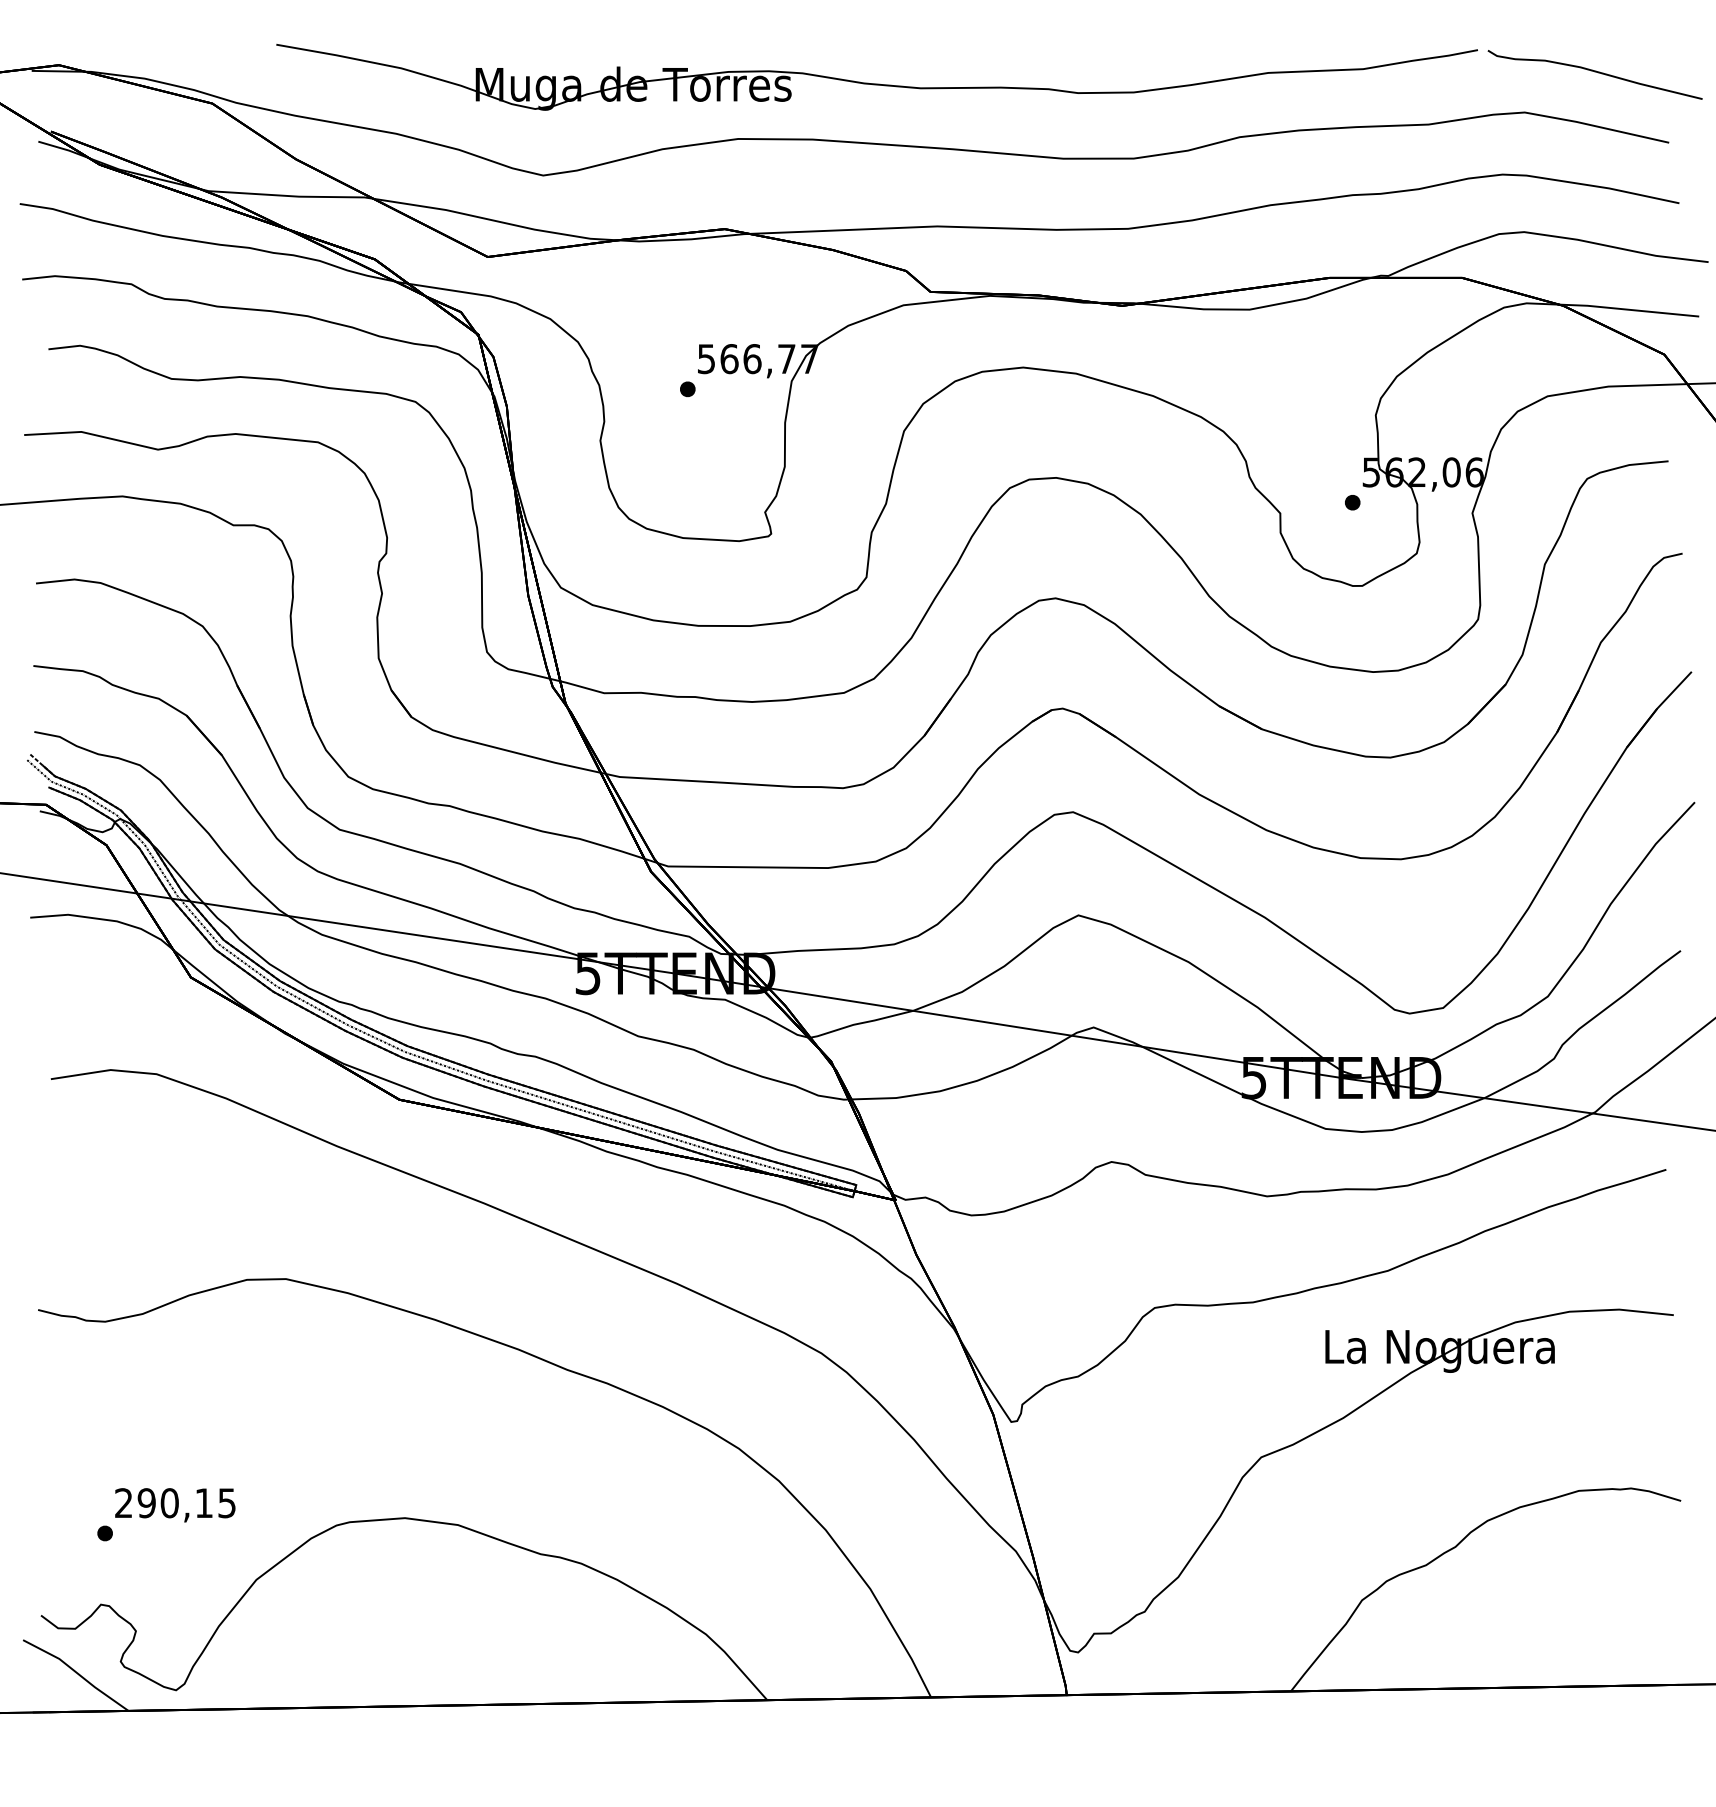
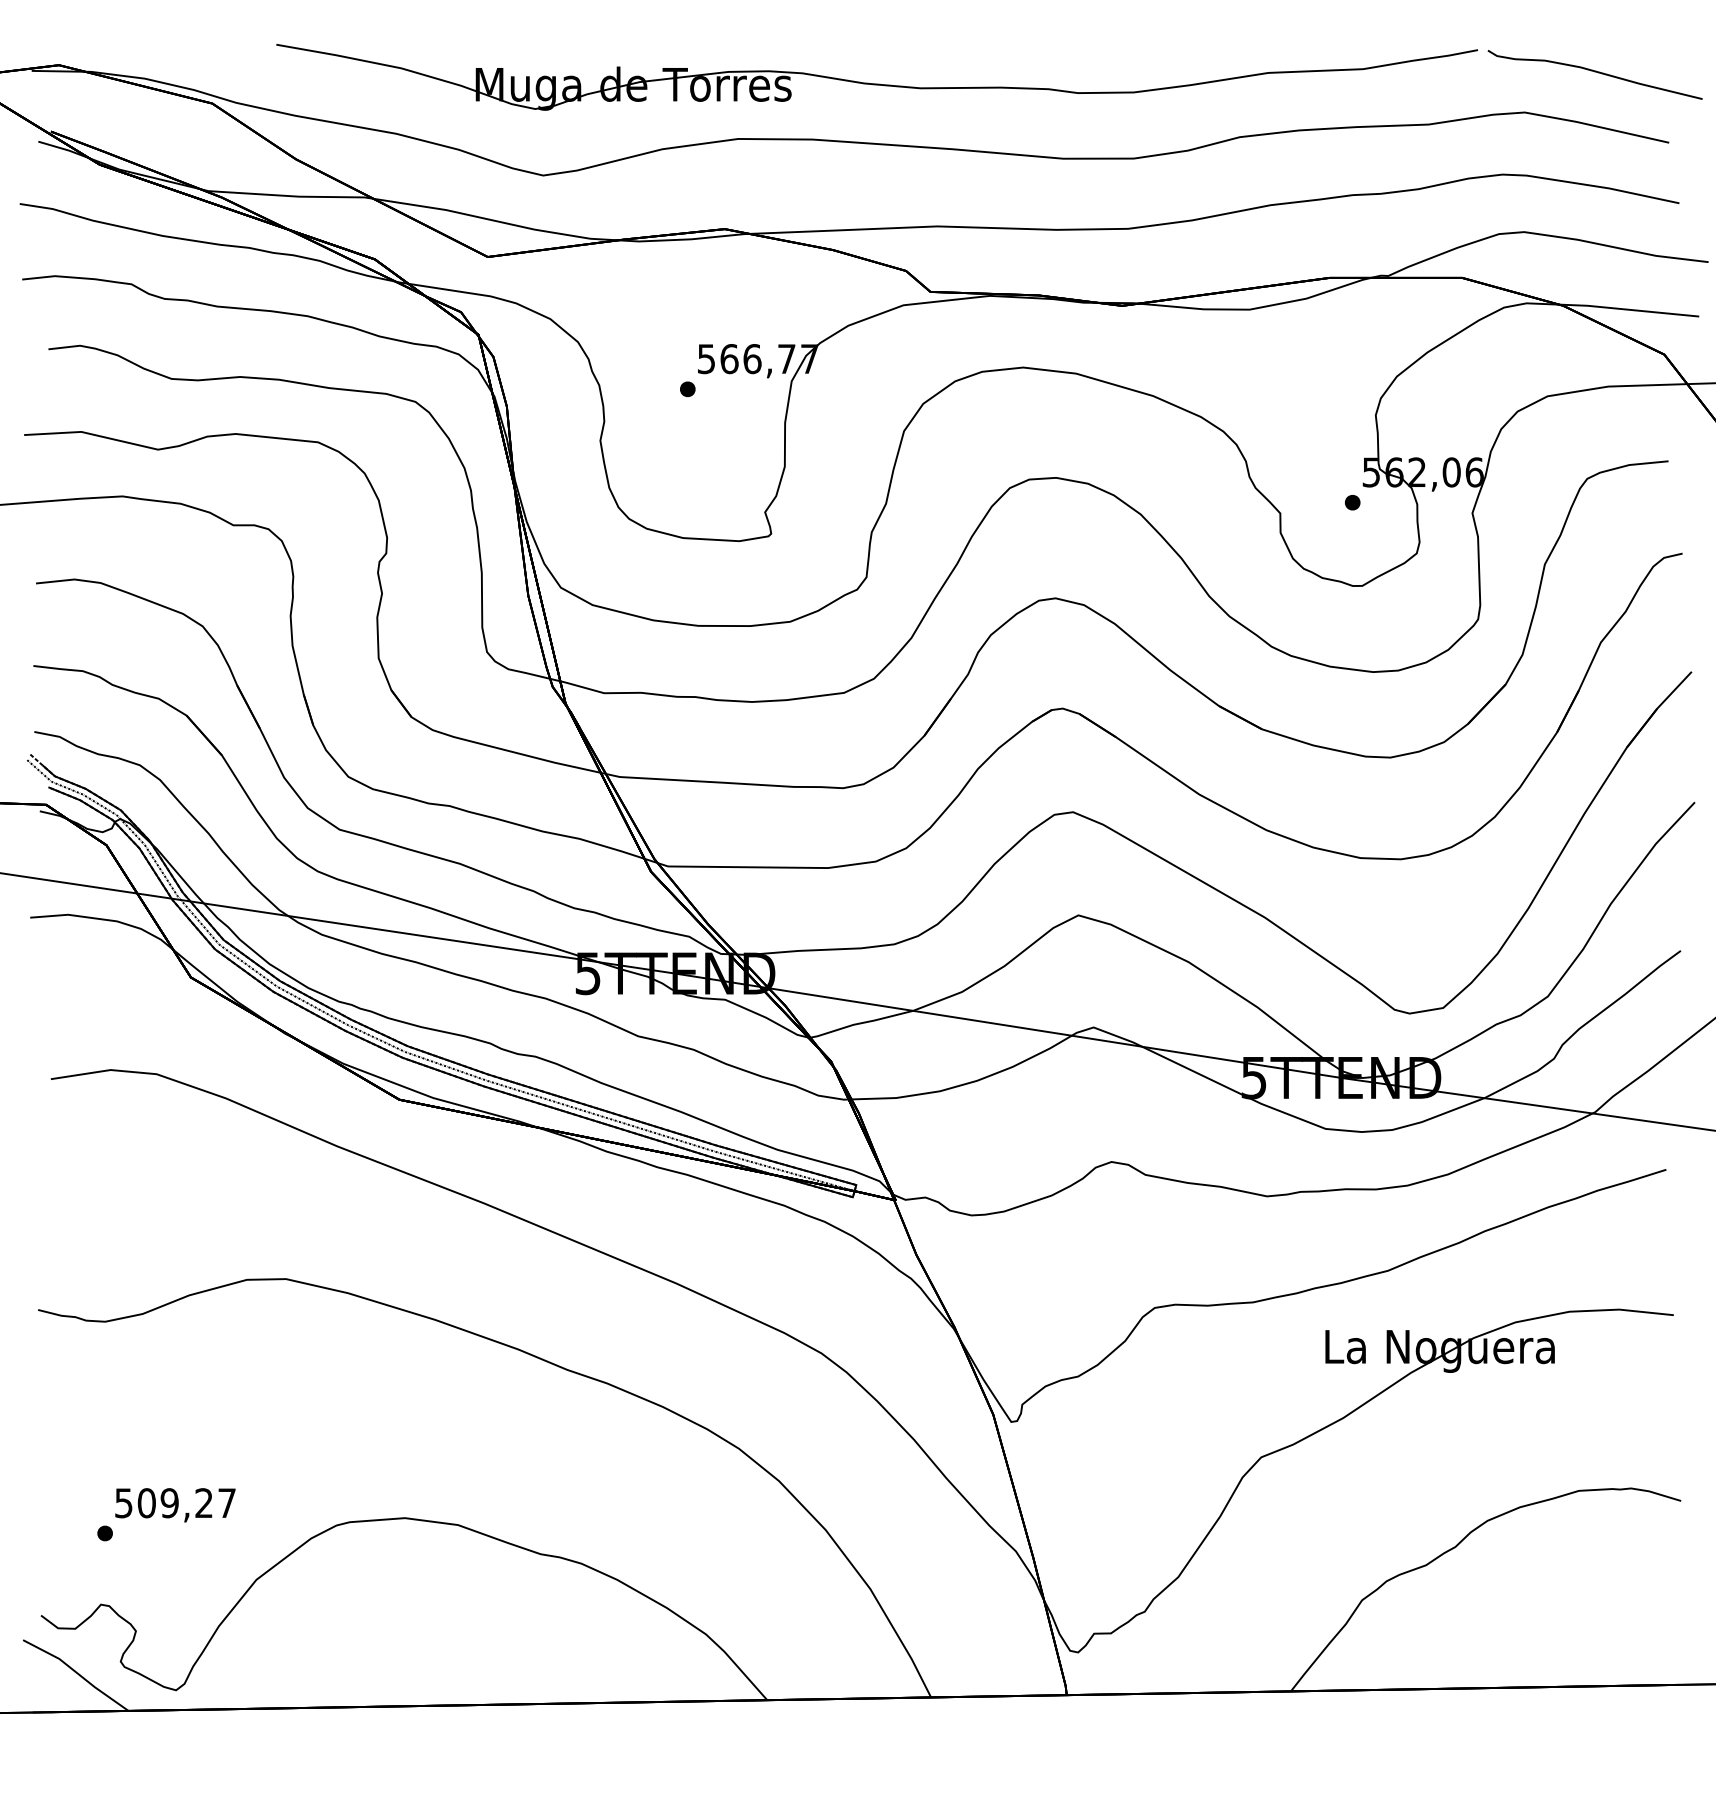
text at (175, 1503): 290,15 -> 509,27
